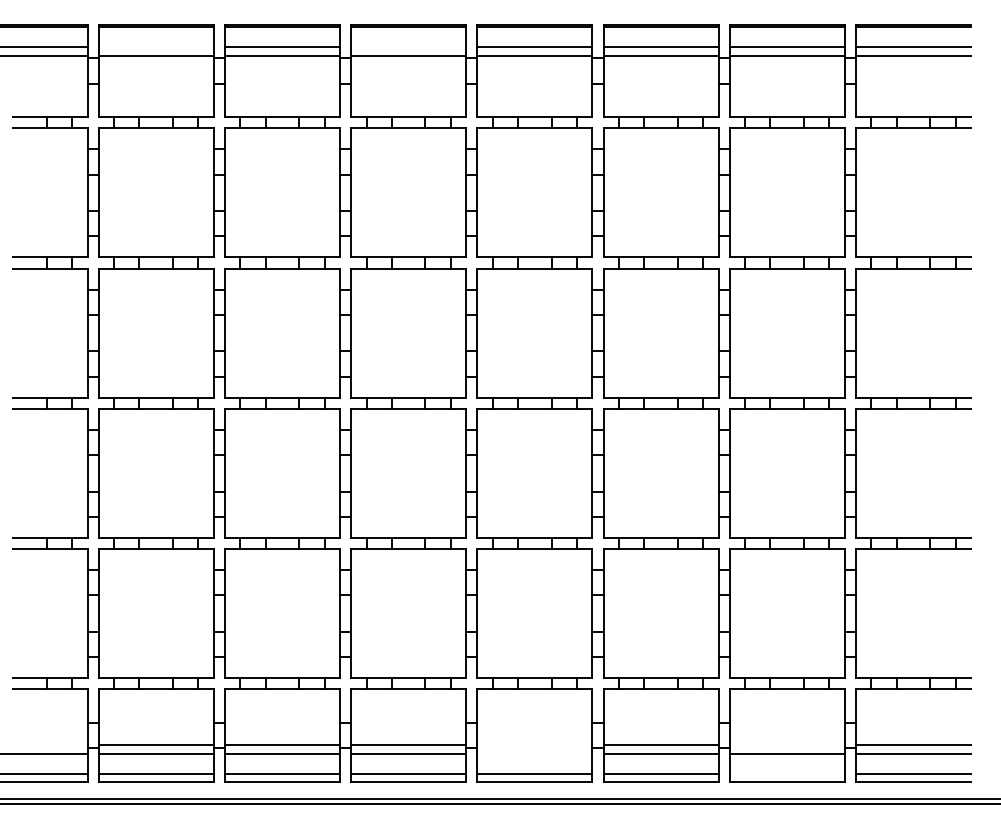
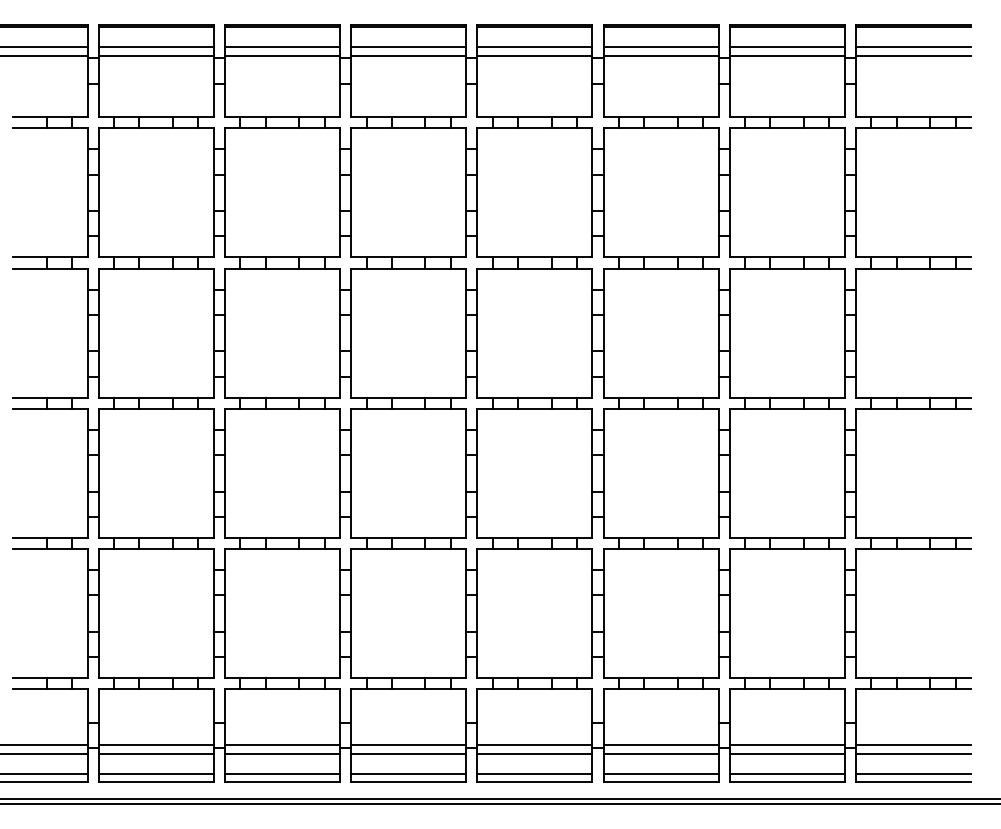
line at (155, 47): none -> present
line at (408, 47): none -> present
line at (44, 745): none -> present
line at (534, 745): none -> present
line at (786, 745): none -> present
line at (534, 753): none -> present
line at (786, 774): none -> present
